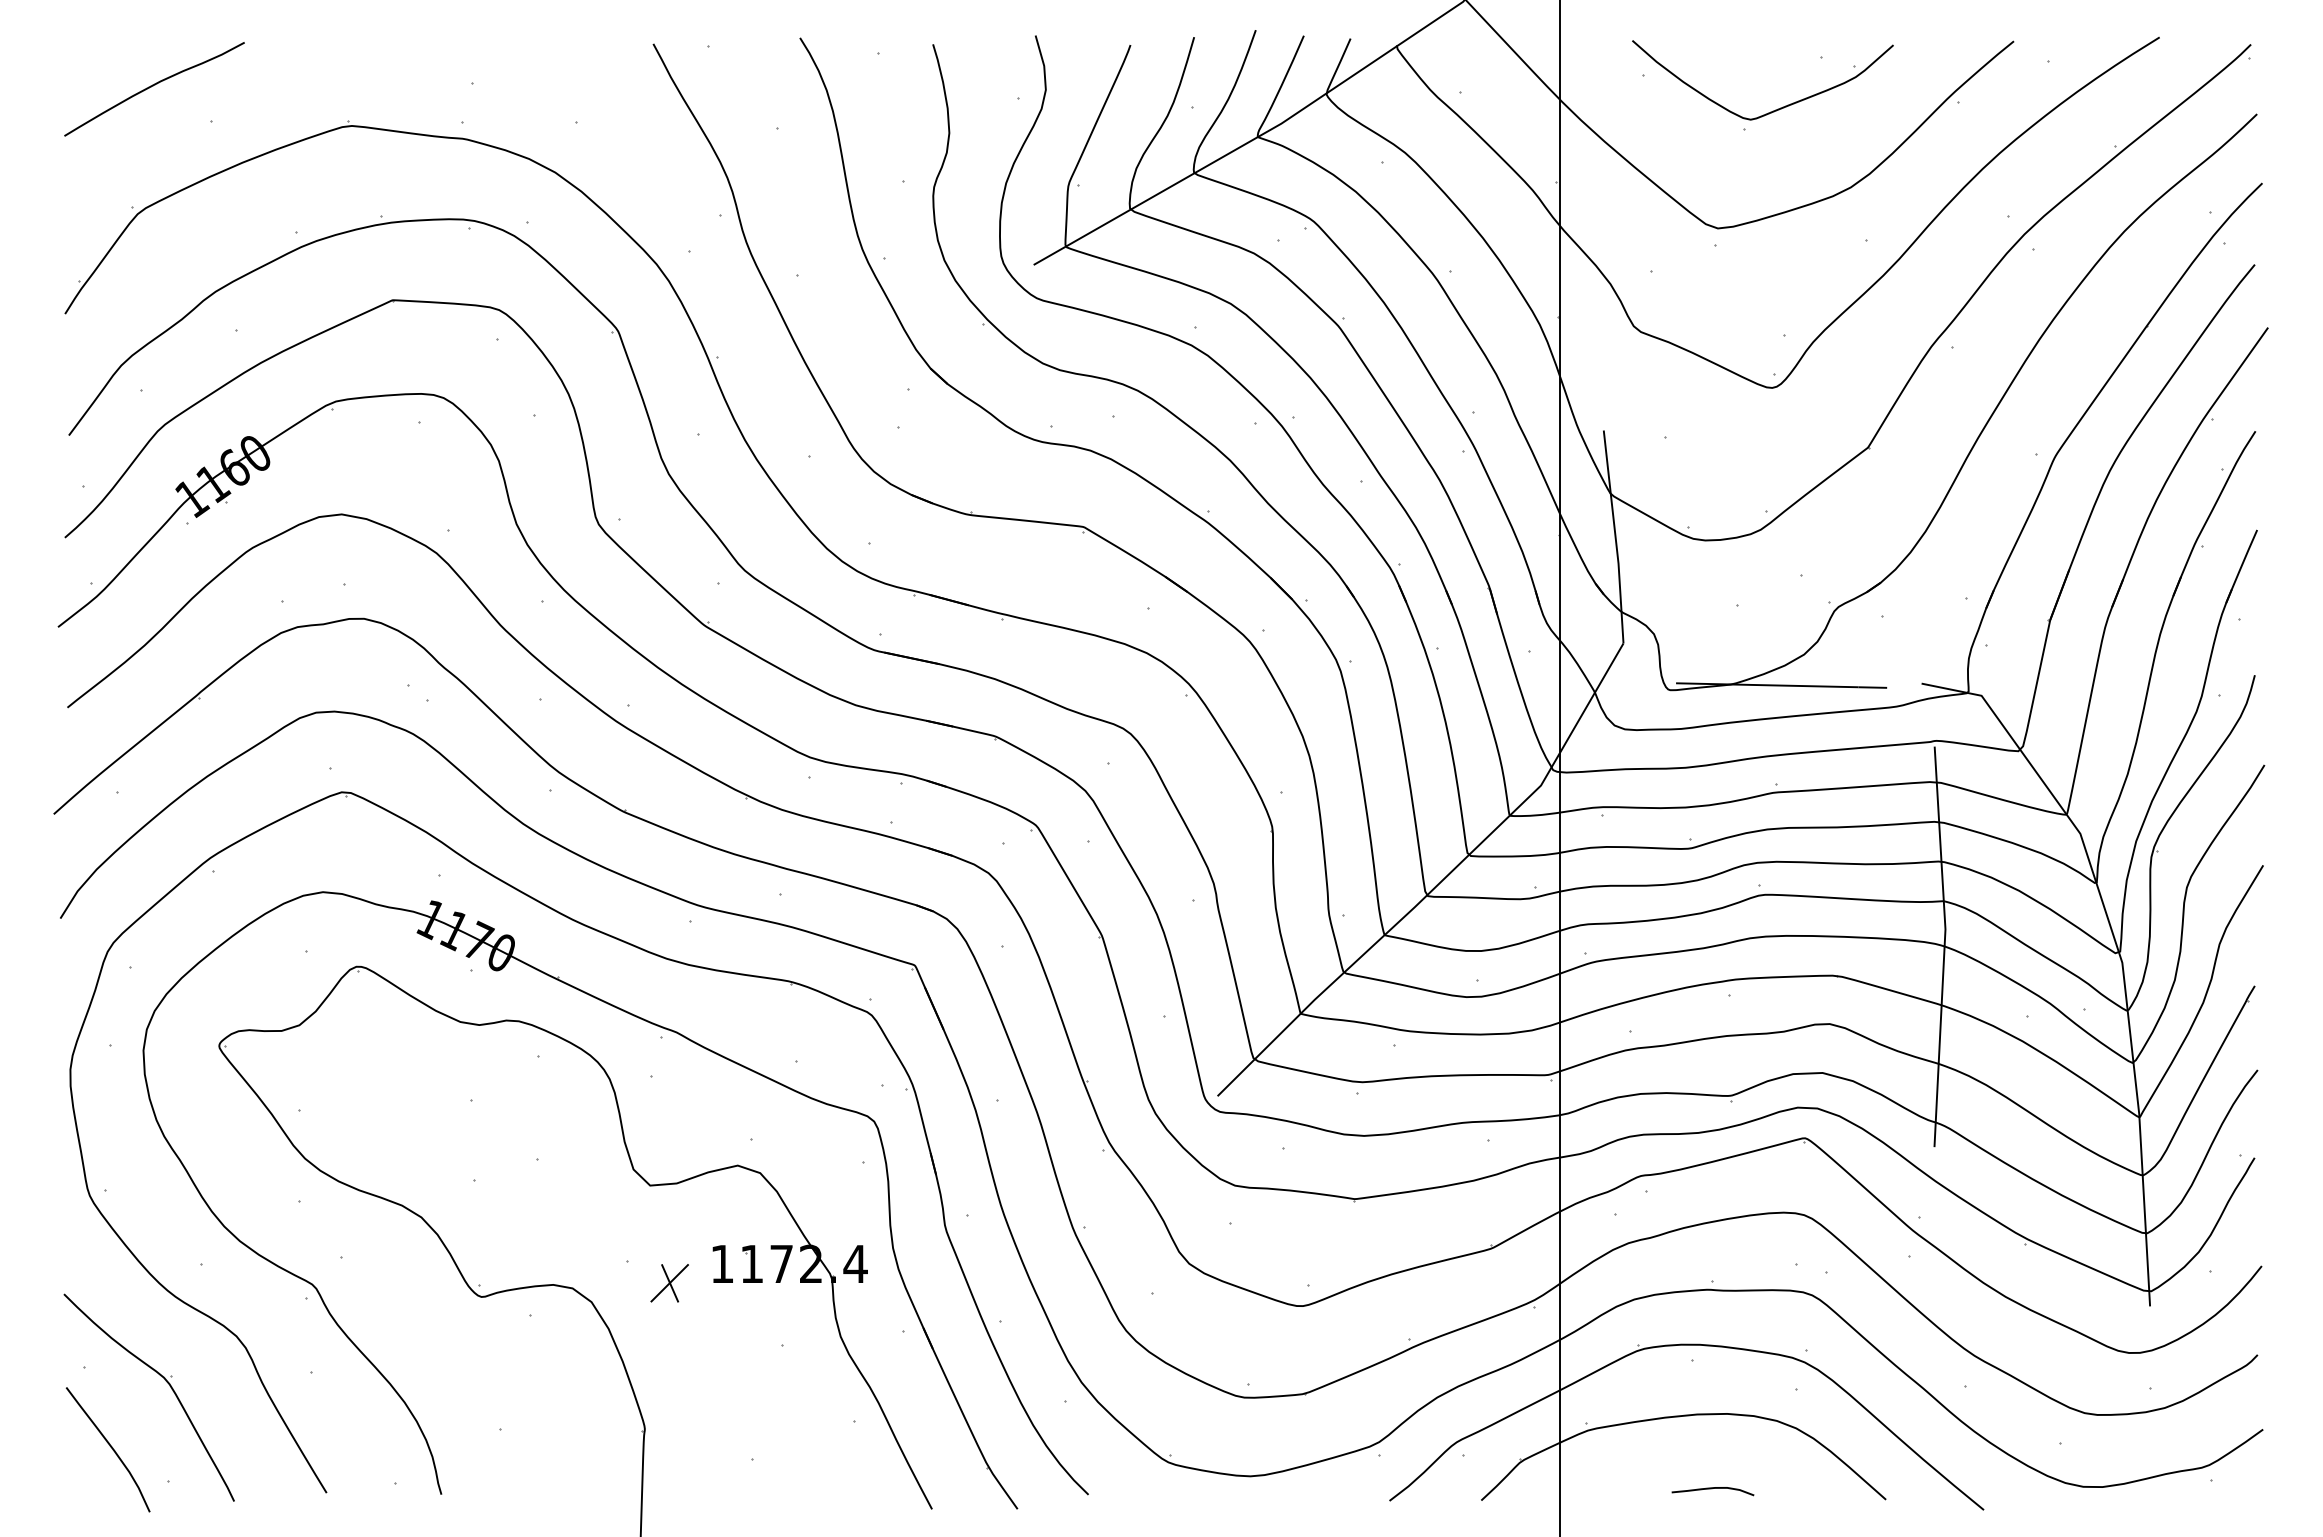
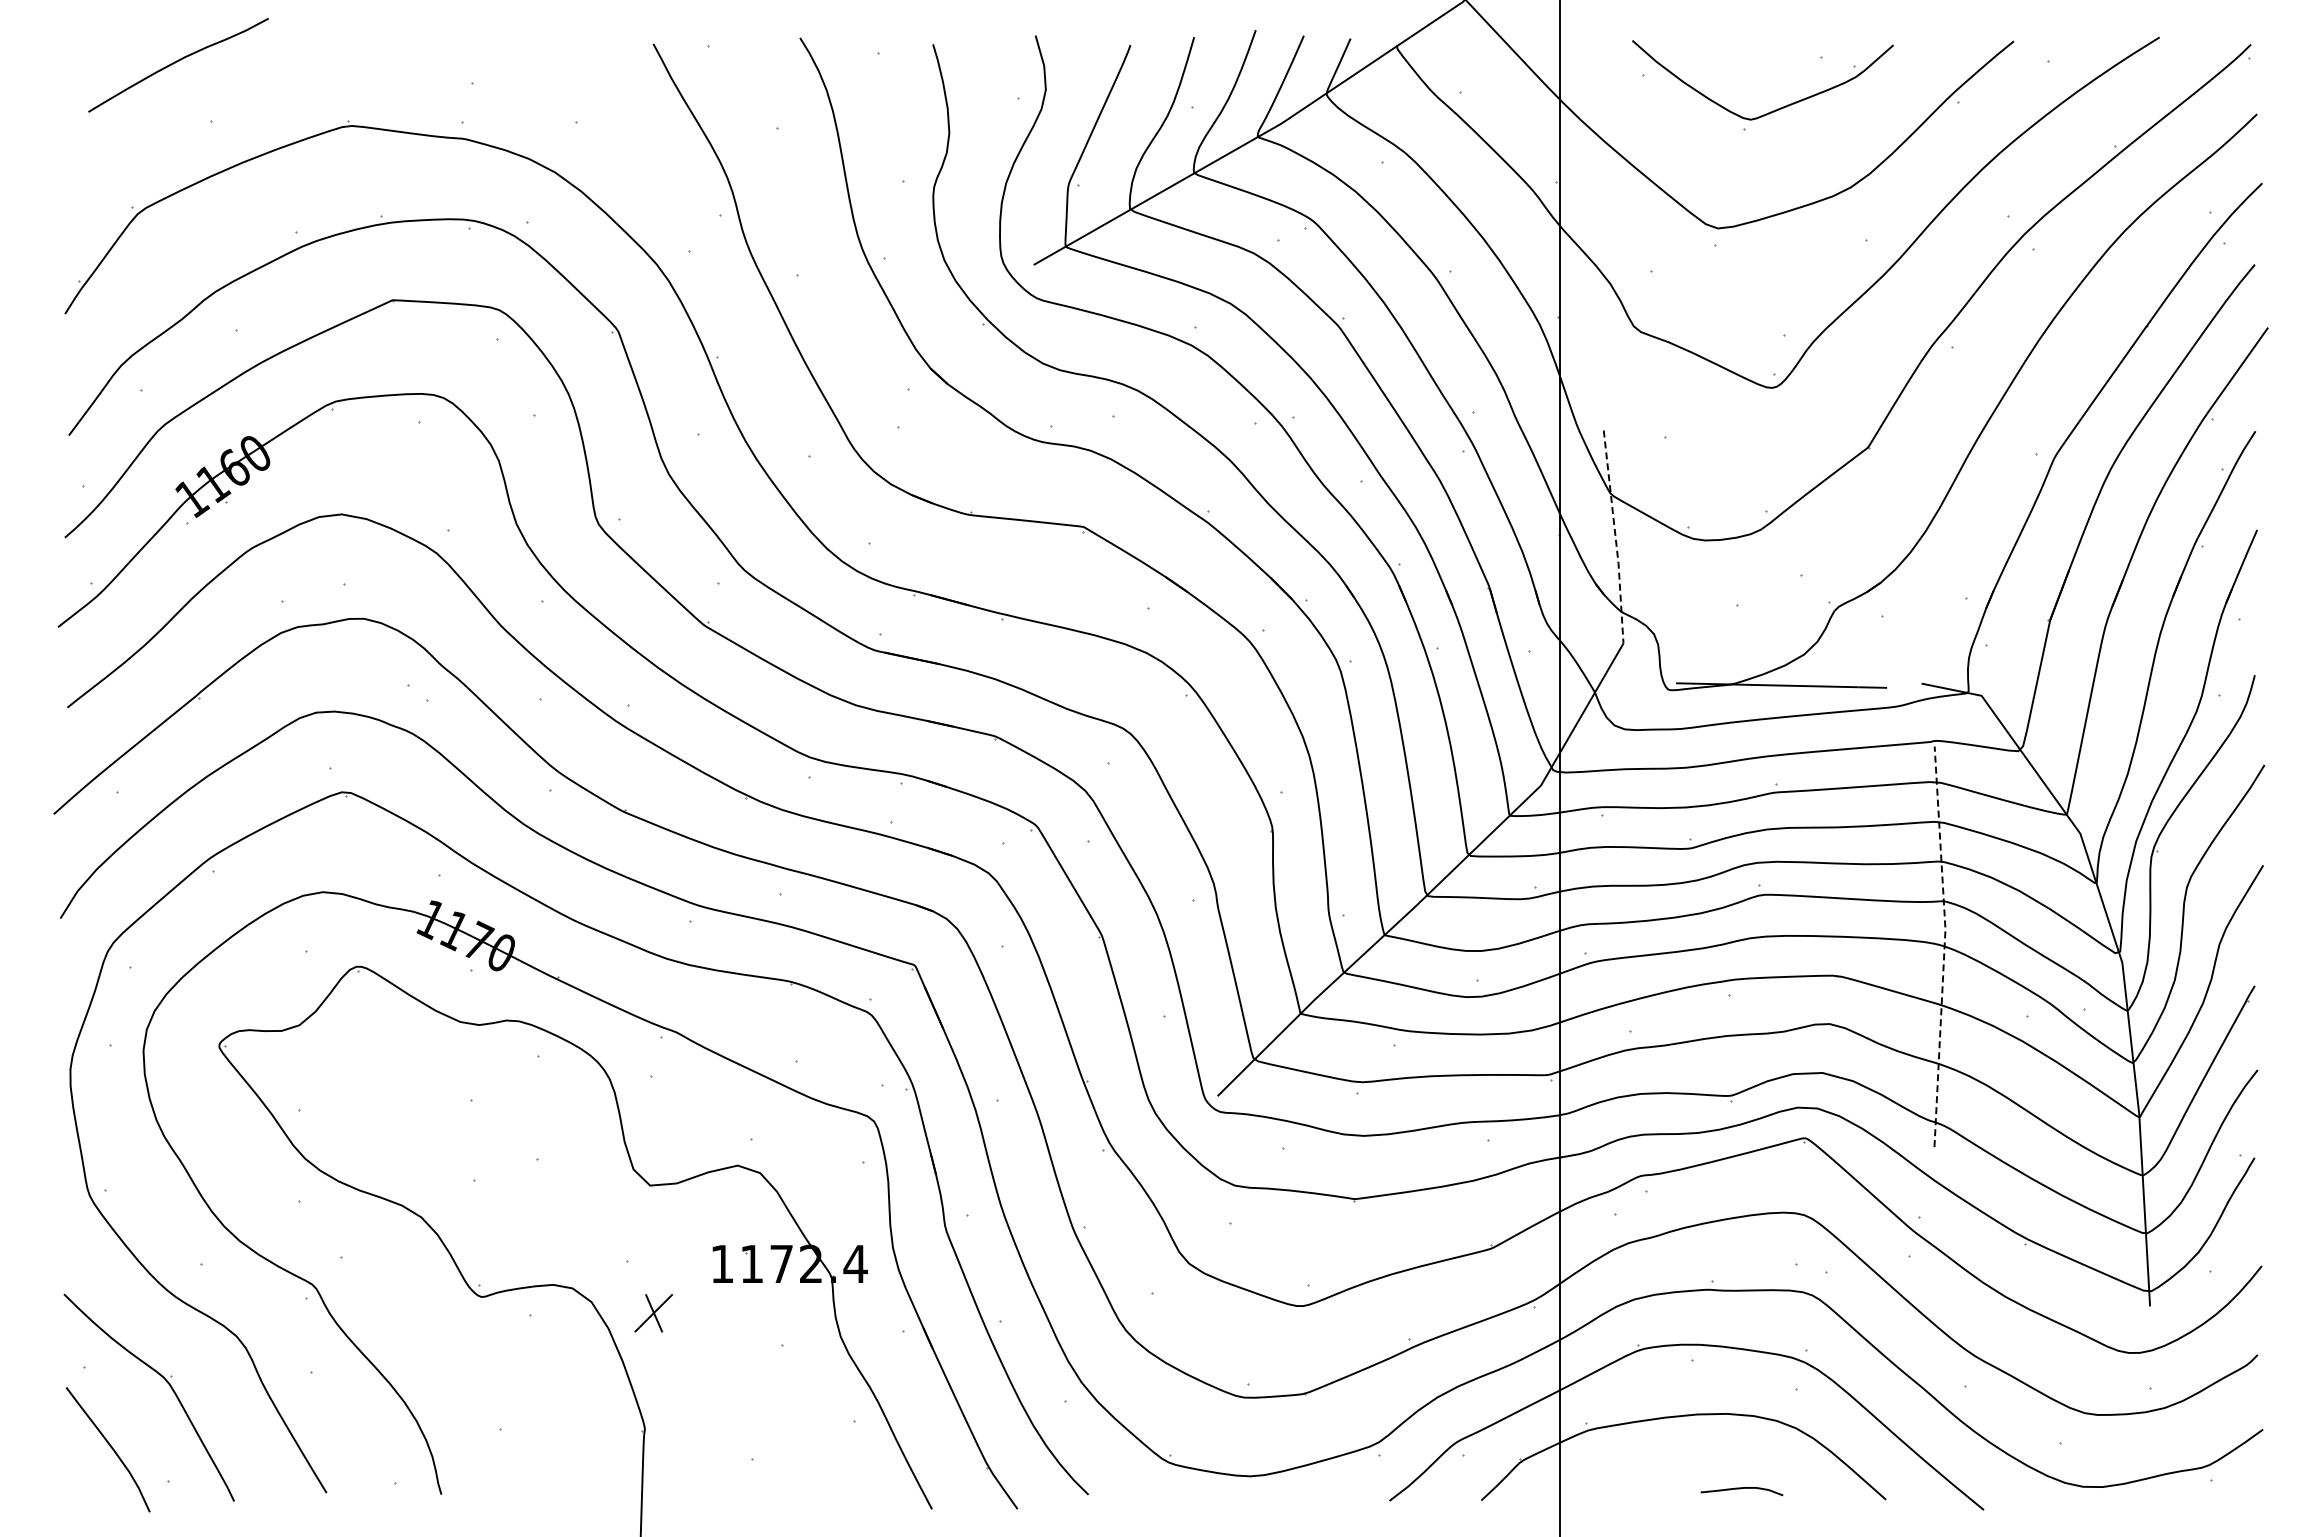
curve at (153, 86) position: (153, 86) -> (177, 62)
line at (1615, 537): solid -> dashed
line at (1944, 945): solid -> dashed
part at (669, 1283) position: (669, 1283) -> (653, 1313)
curve at (1712, 1489) position: (1712, 1489) -> (1741, 1489)
